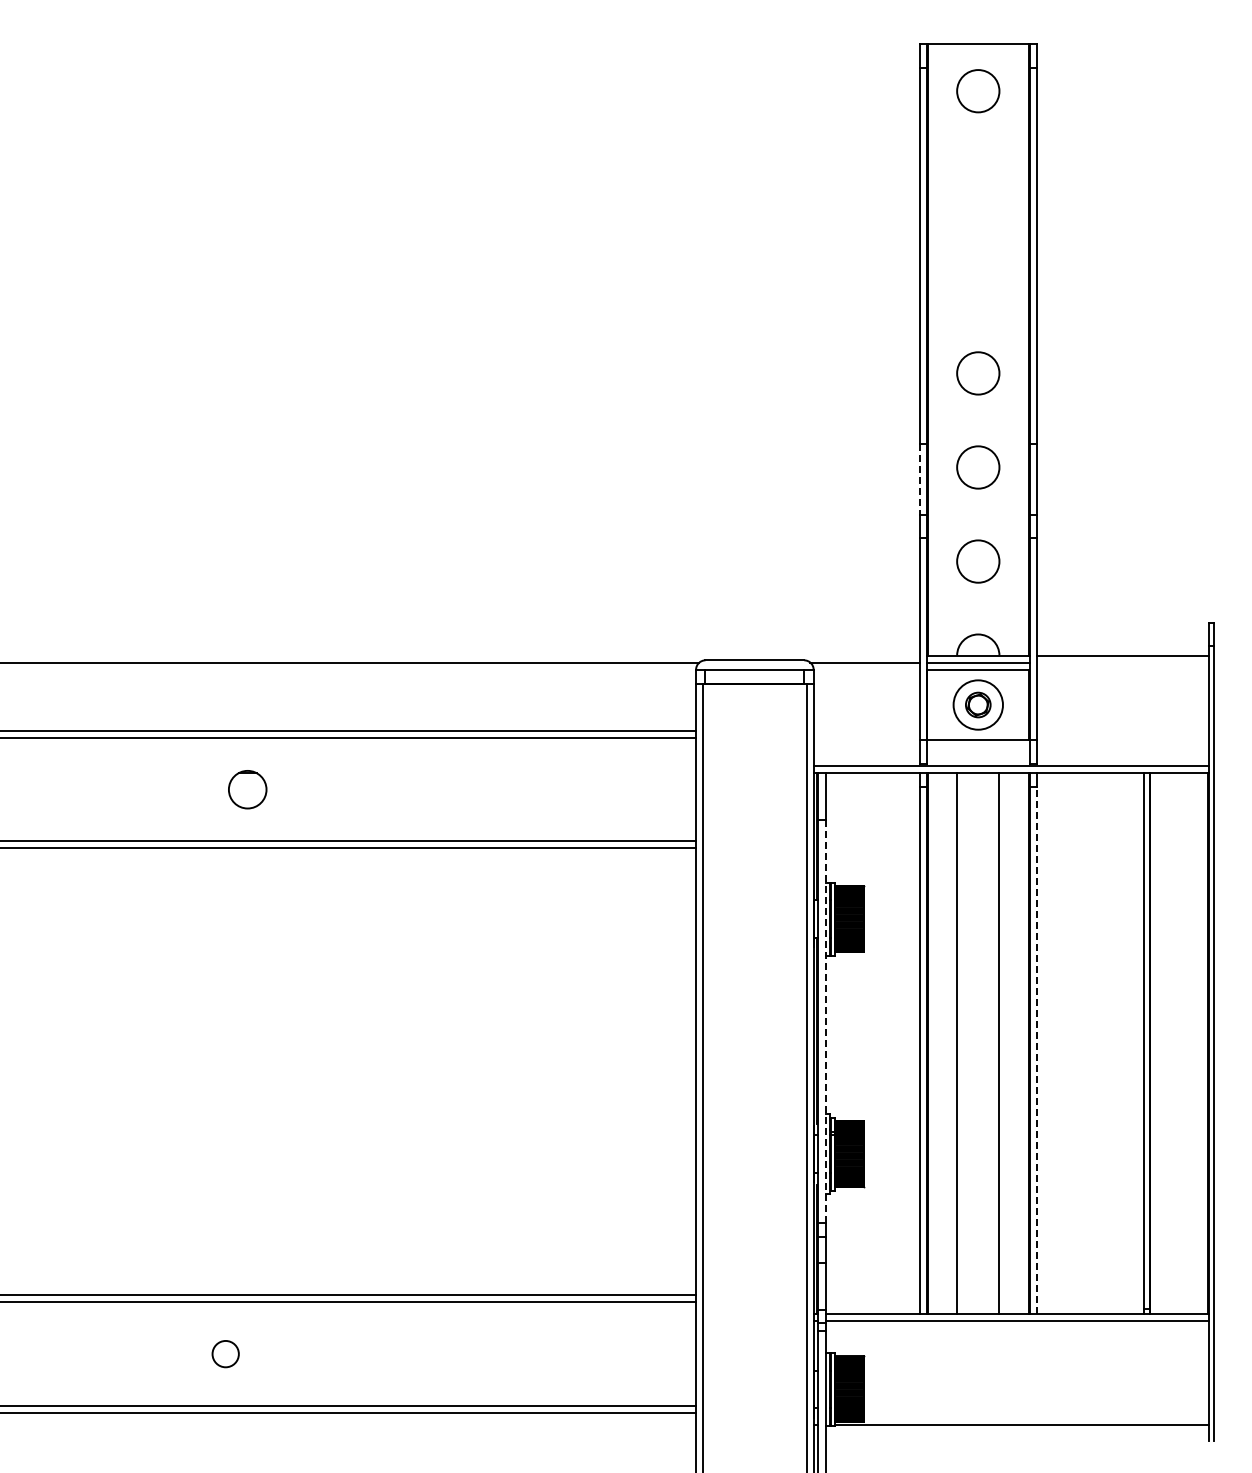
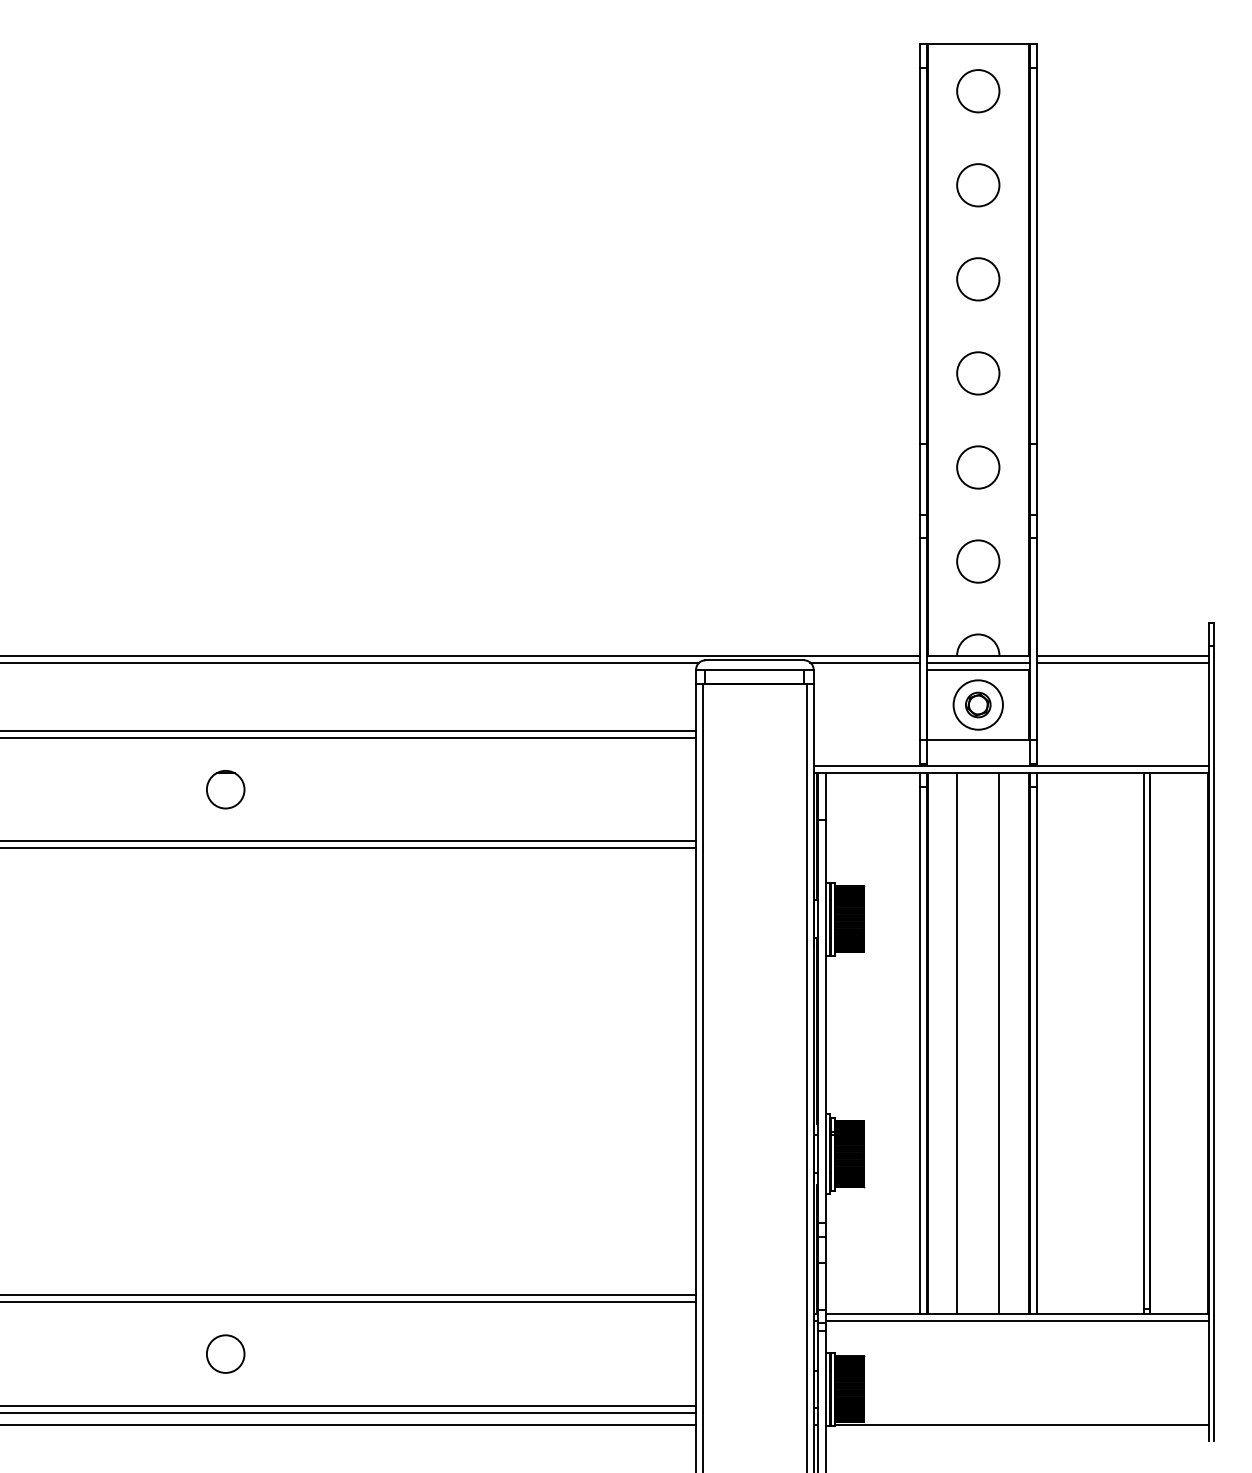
circle at (978, 185): none -> present
circle at (978, 279): none -> present
line at (919, 479): dashed -> solid
line at (460, 655): none -> present
line at (1122, 662): none -> present
circle at (247, 789) position: (247, 789) -> (225, 789)
line at (825, 1022): dashed -> solid
line at (1037, 1050): dashed -> solid
circle at (225, 1353) diameter: 26 px -> 38 px
line at (349, 1424): none -> present
